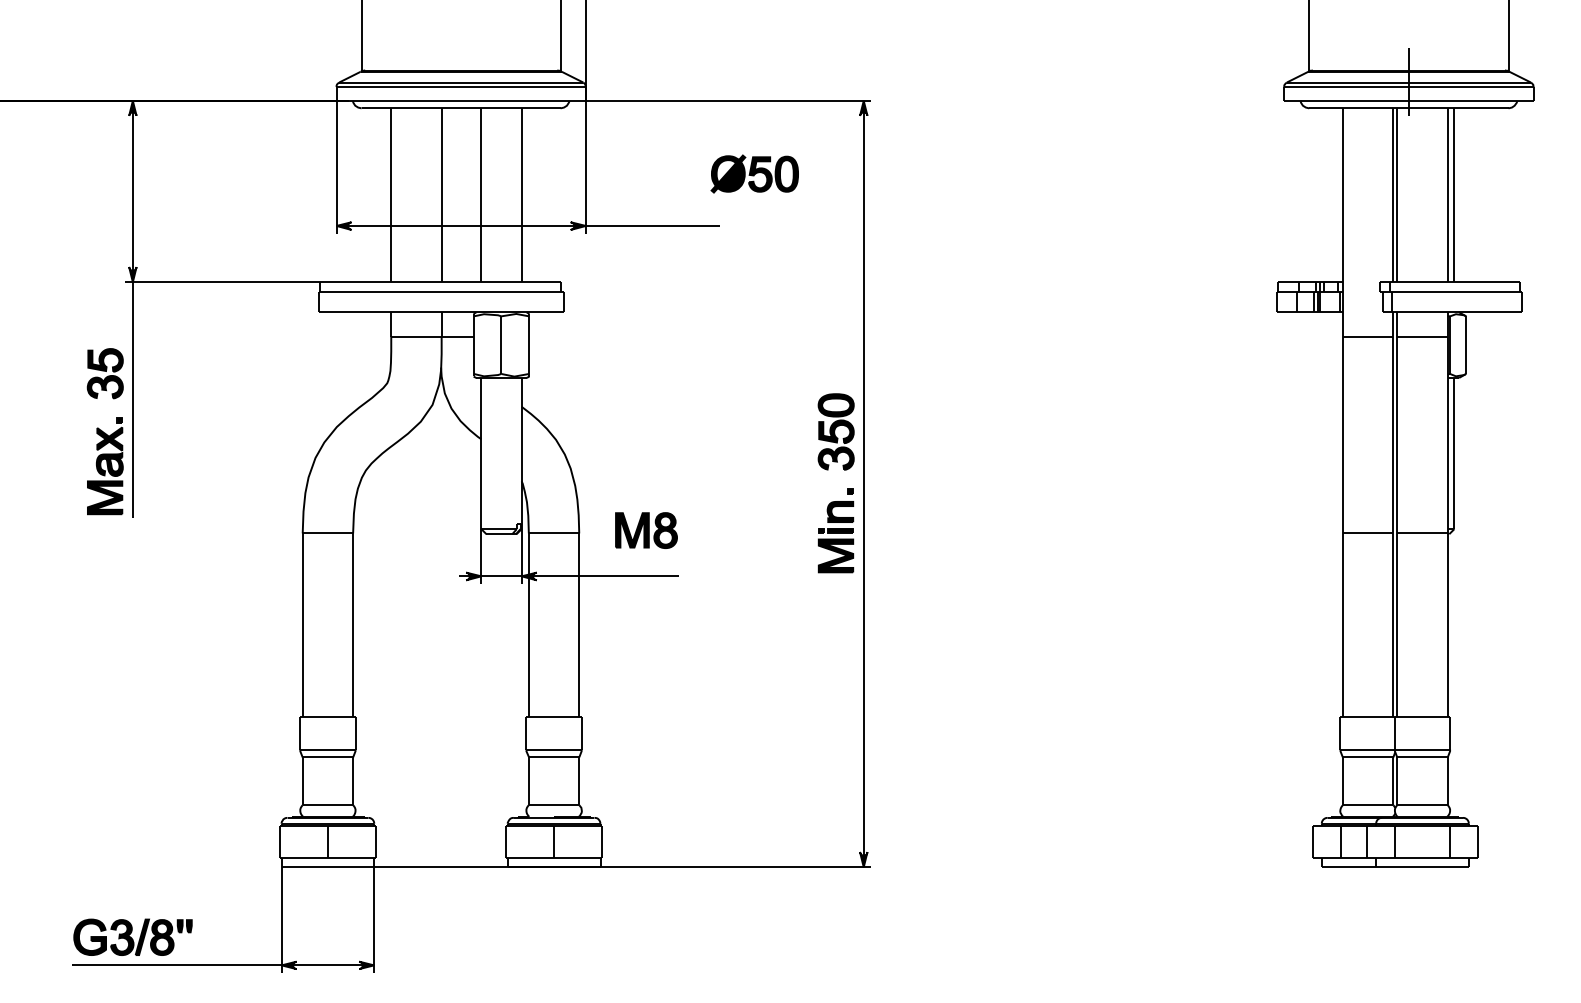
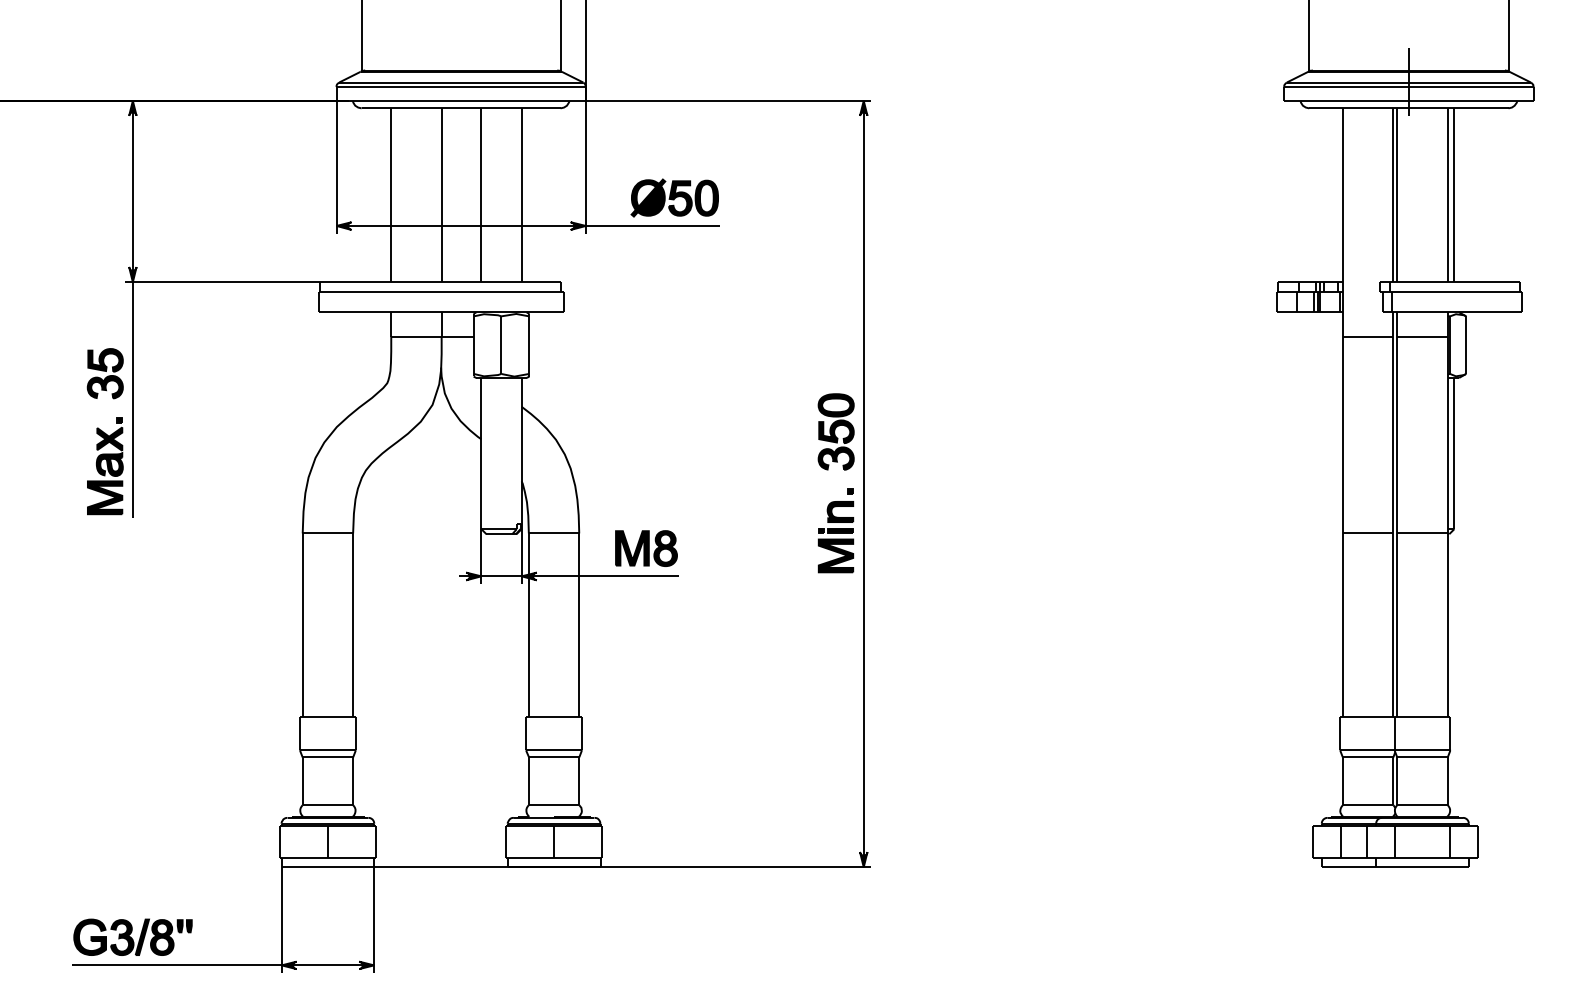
part at (754, 173) position: (754, 173) -> (674, 197)
part at (646, 530) position: (646, 530) -> (646, 548)
